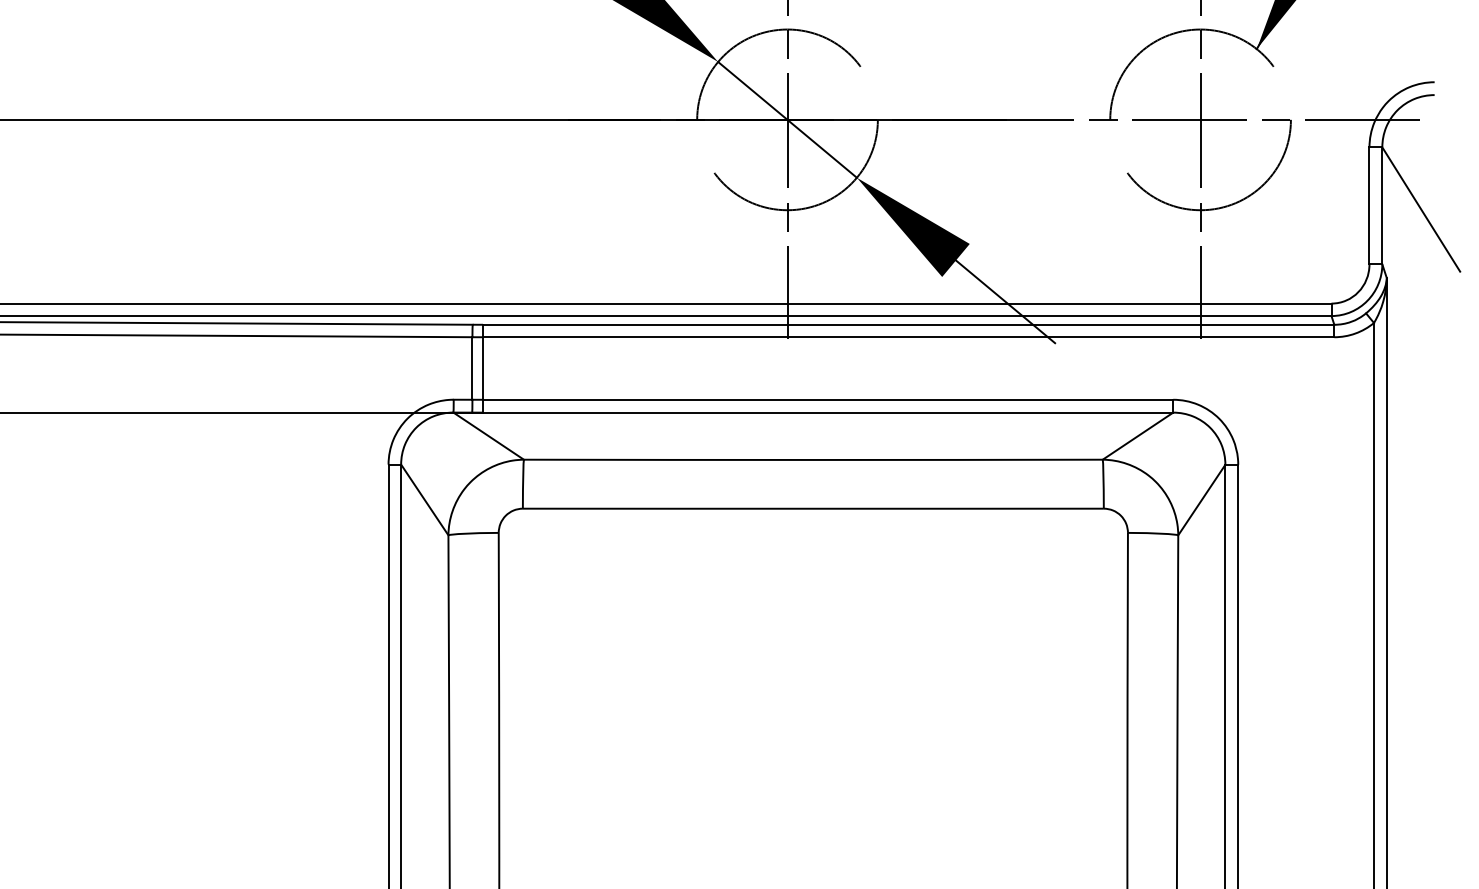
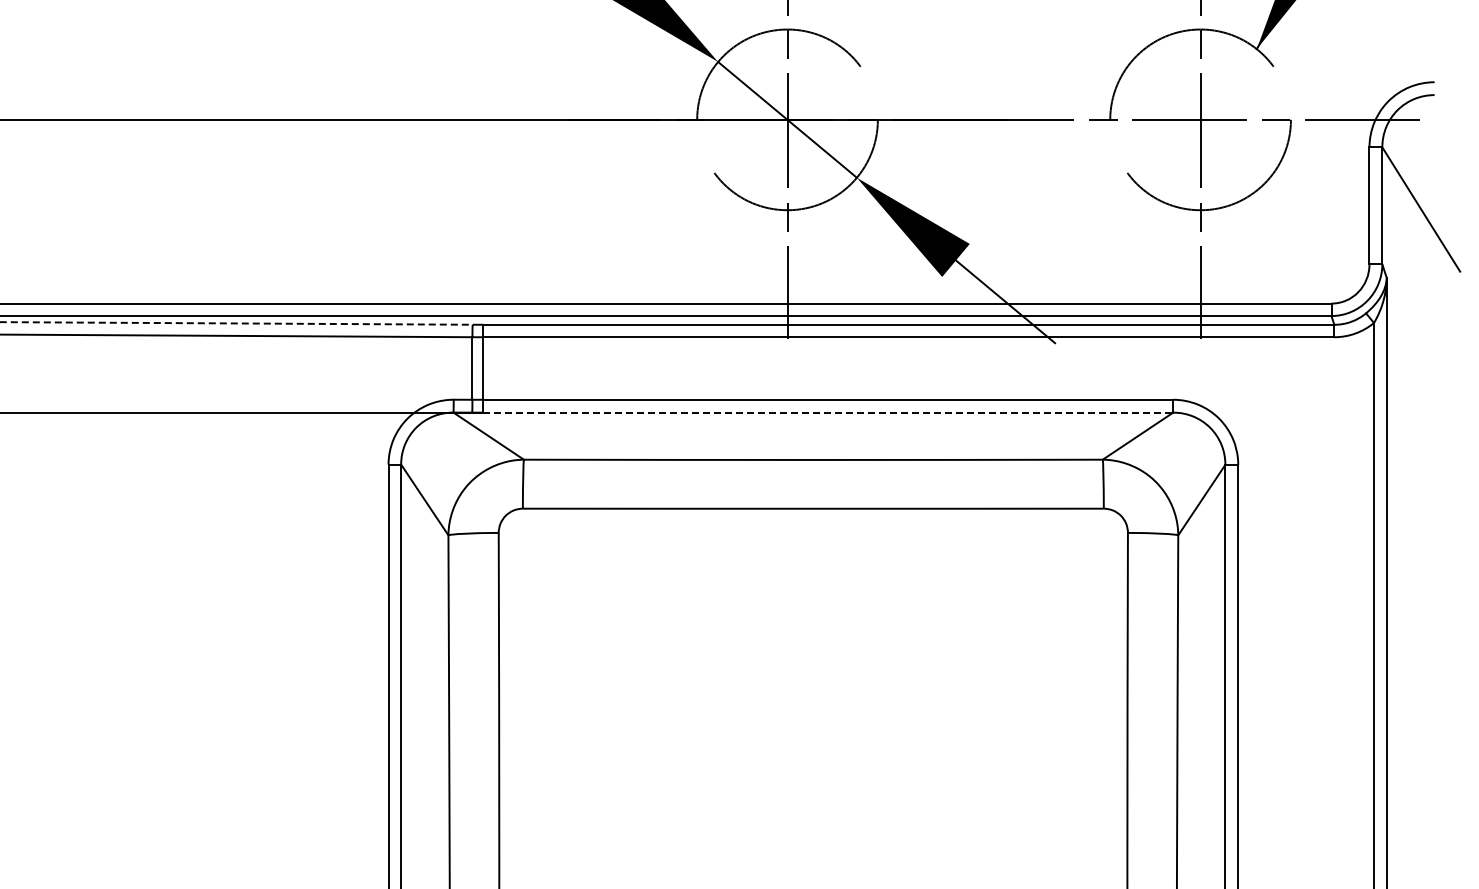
line at (236, 323): solid -> dashed
line at (828, 412): solid -> dashed
